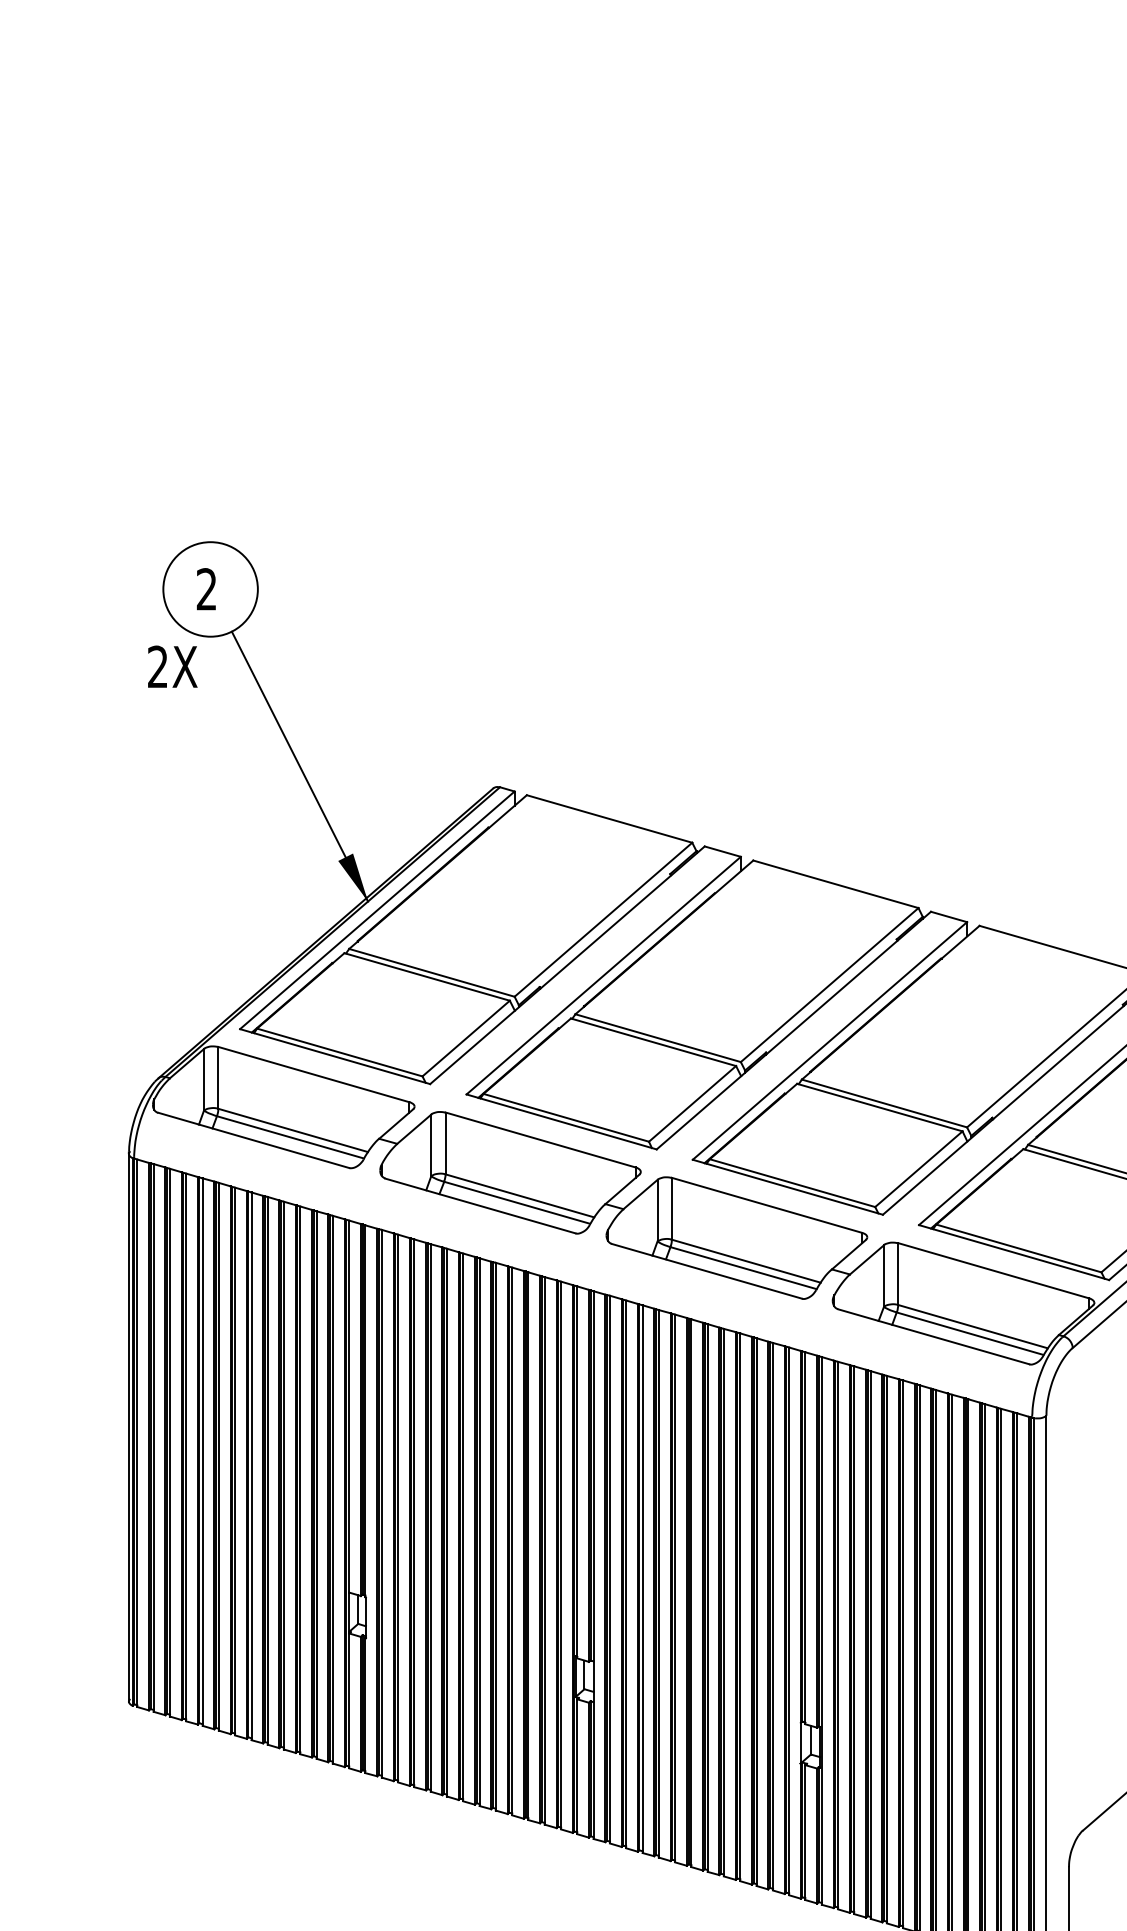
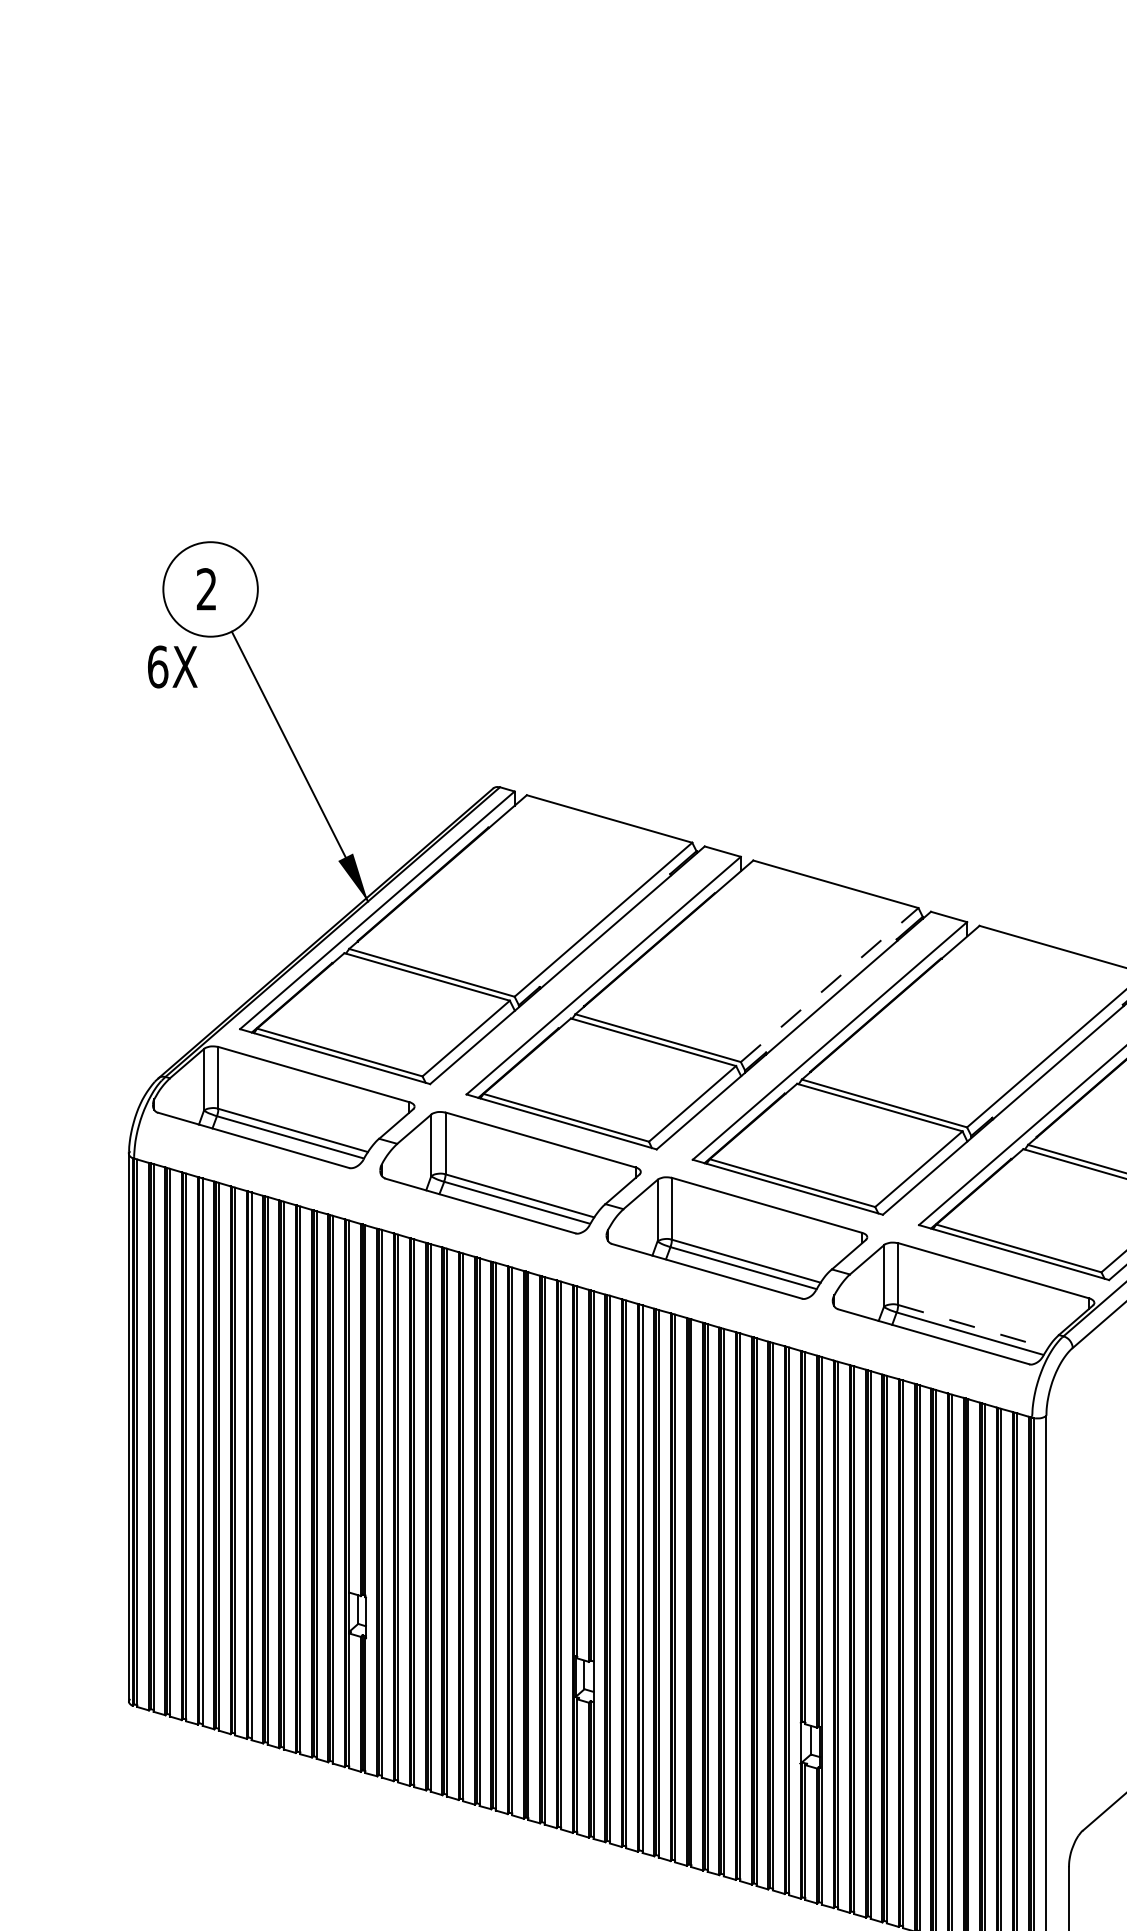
text at (158, 666): 2X -> 6X
line at (829, 985): solid -> dashed
line at (973, 1326): solid -> dashed
